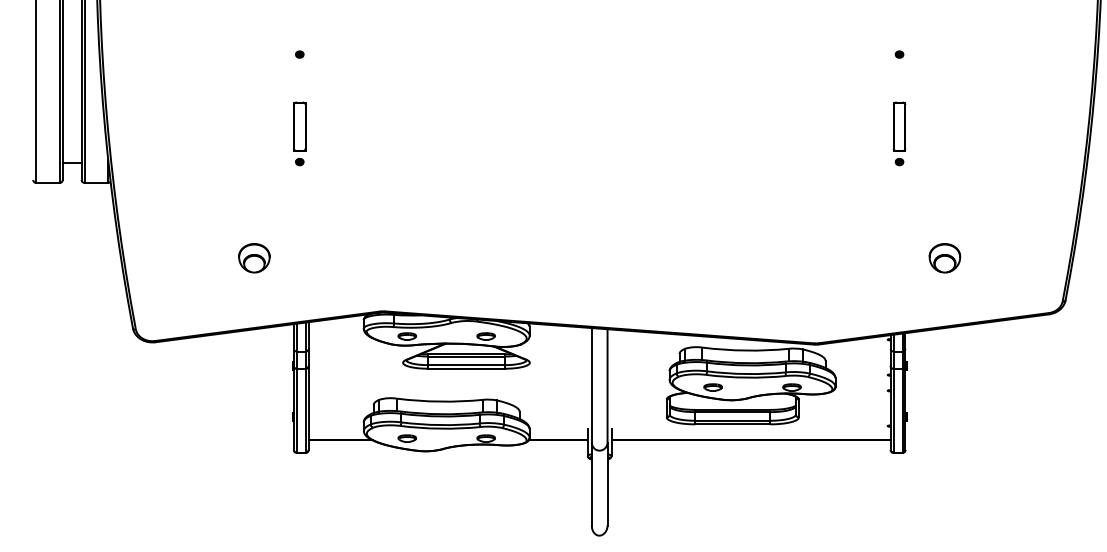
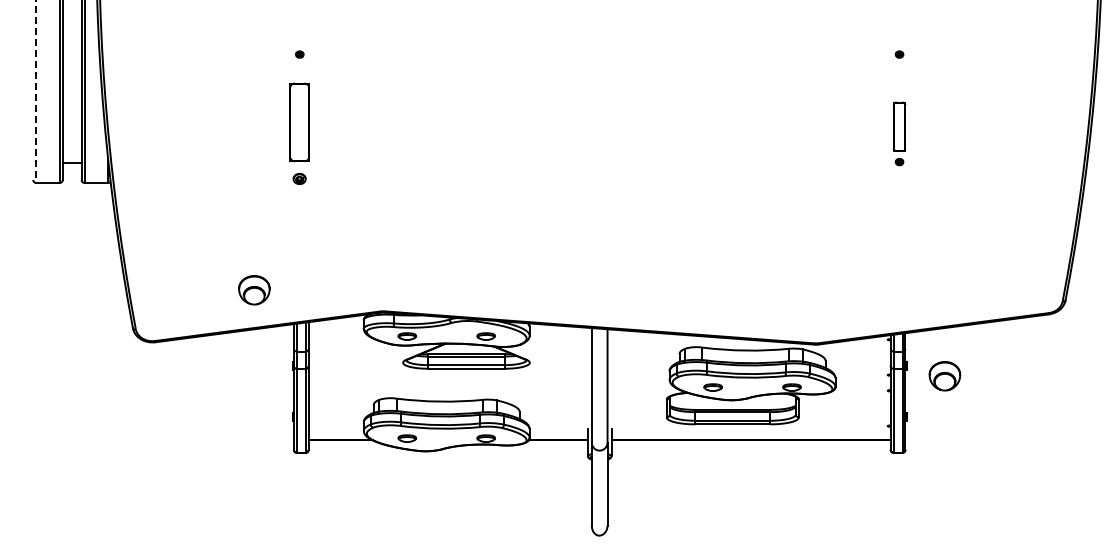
line at (36, 92): solid -> dashed
part at (299, 133) size: 14x66 px -> 21x103 px
part at (254, 258) position: (254, 258) -> (254, 290)
part at (944, 258) position: (944, 258) -> (944, 376)
